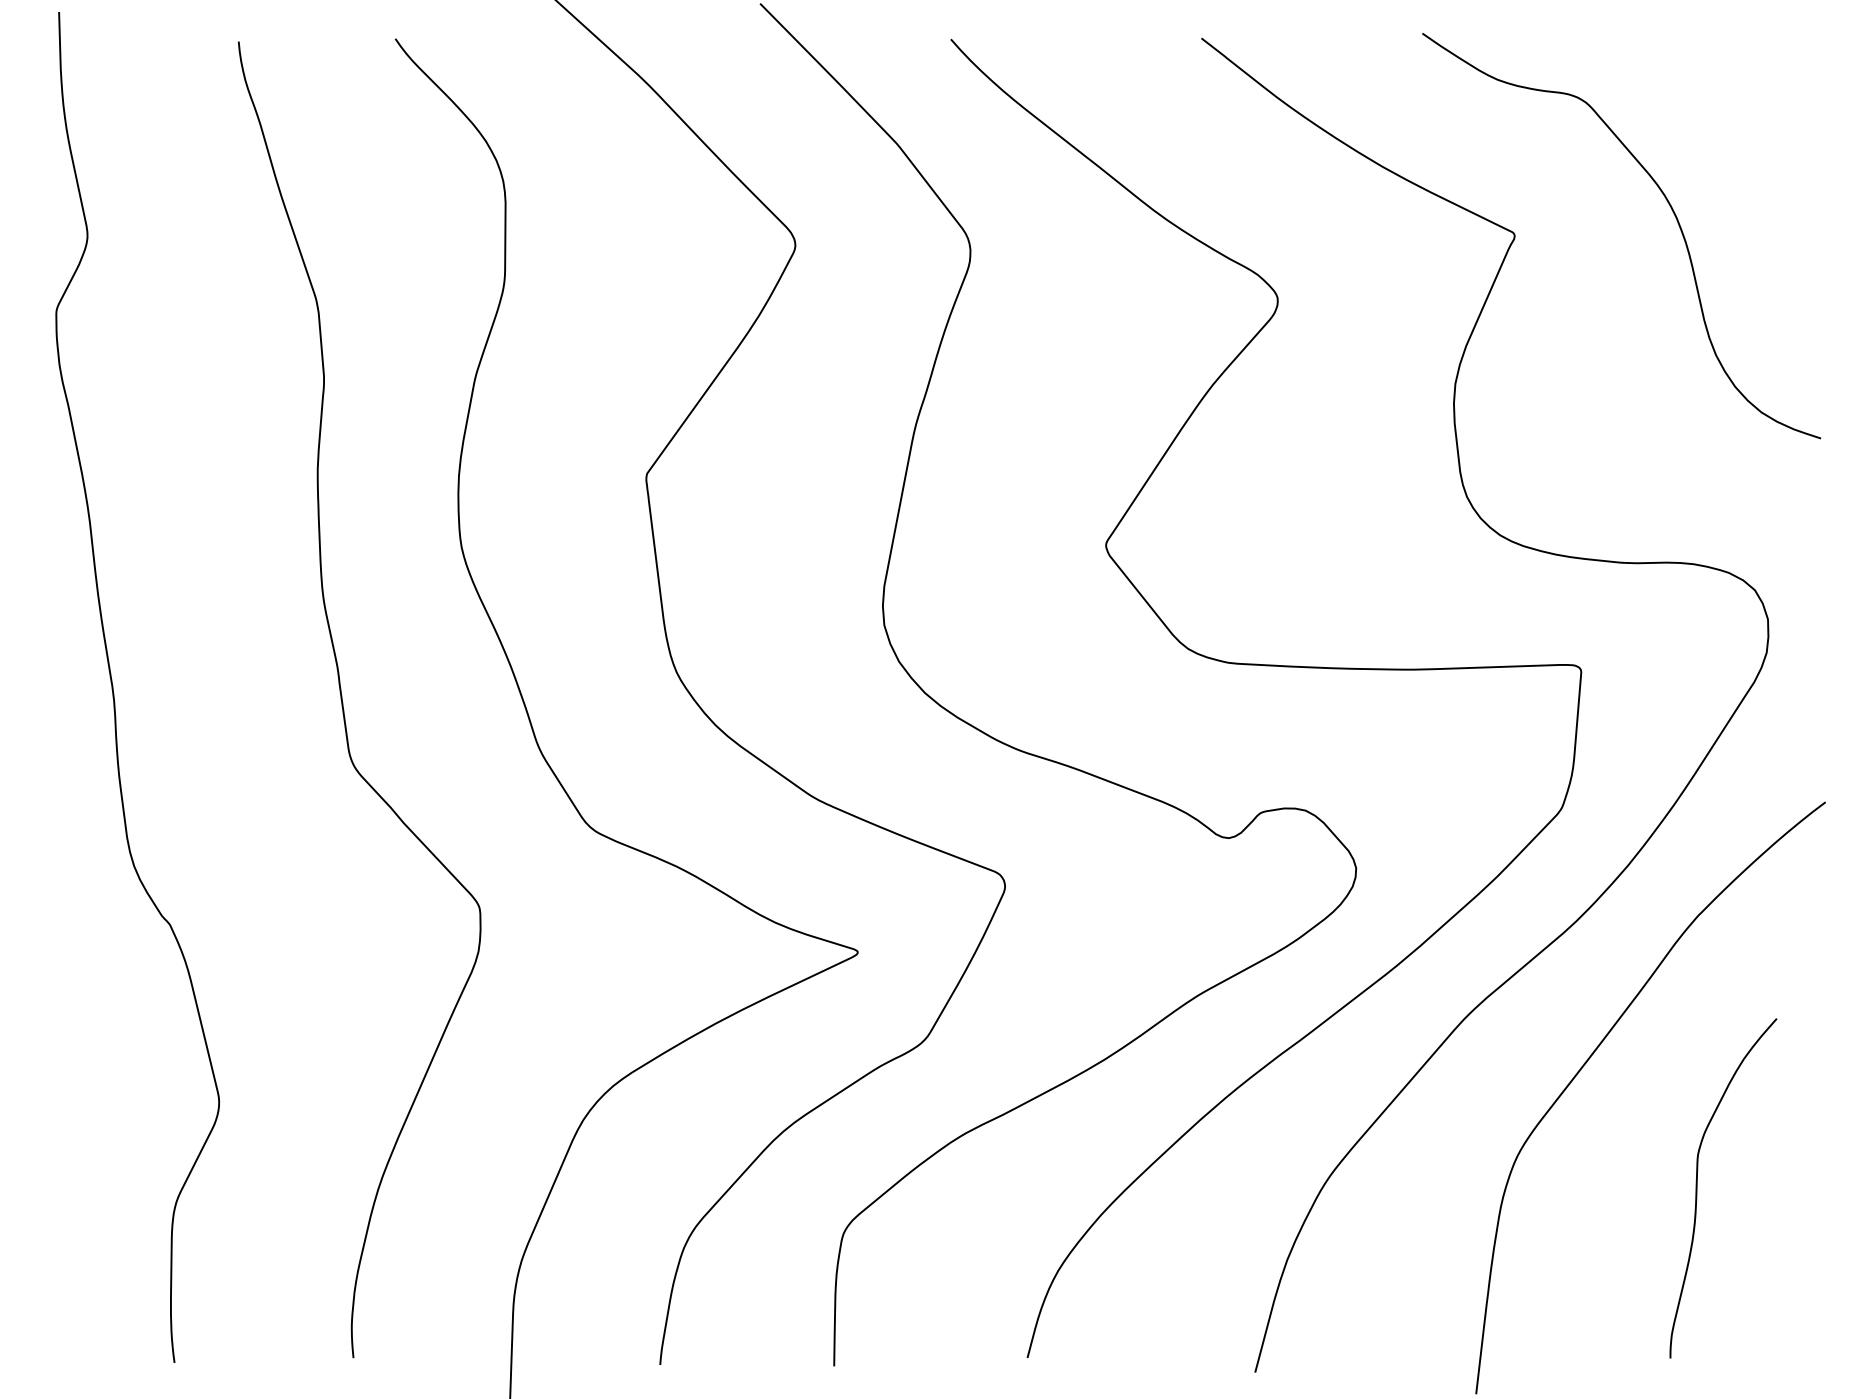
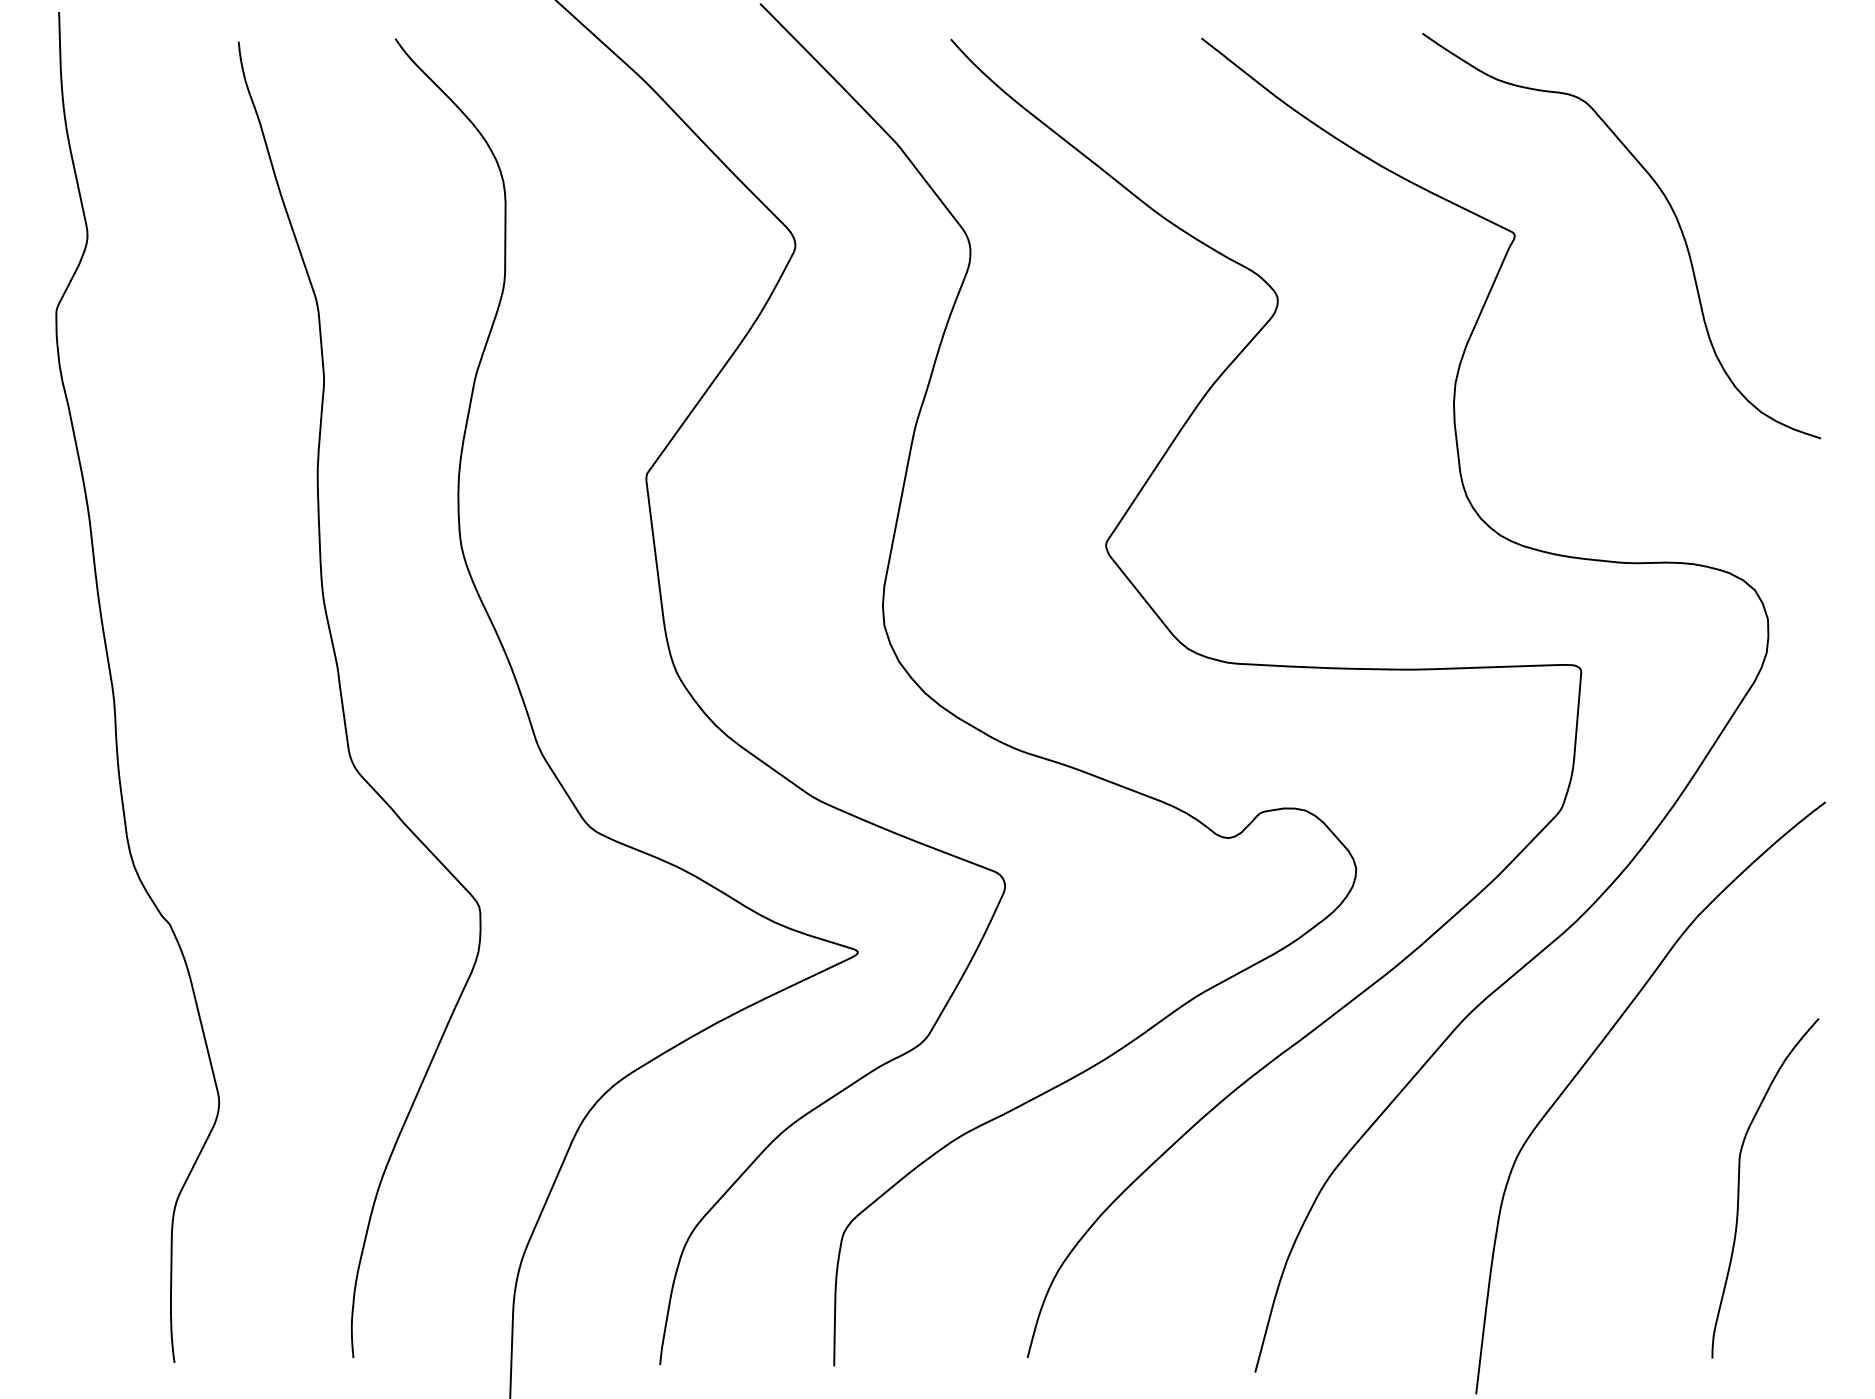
curve at (1697, 1188) position: (1697, 1188) -> (1739, 1188)
